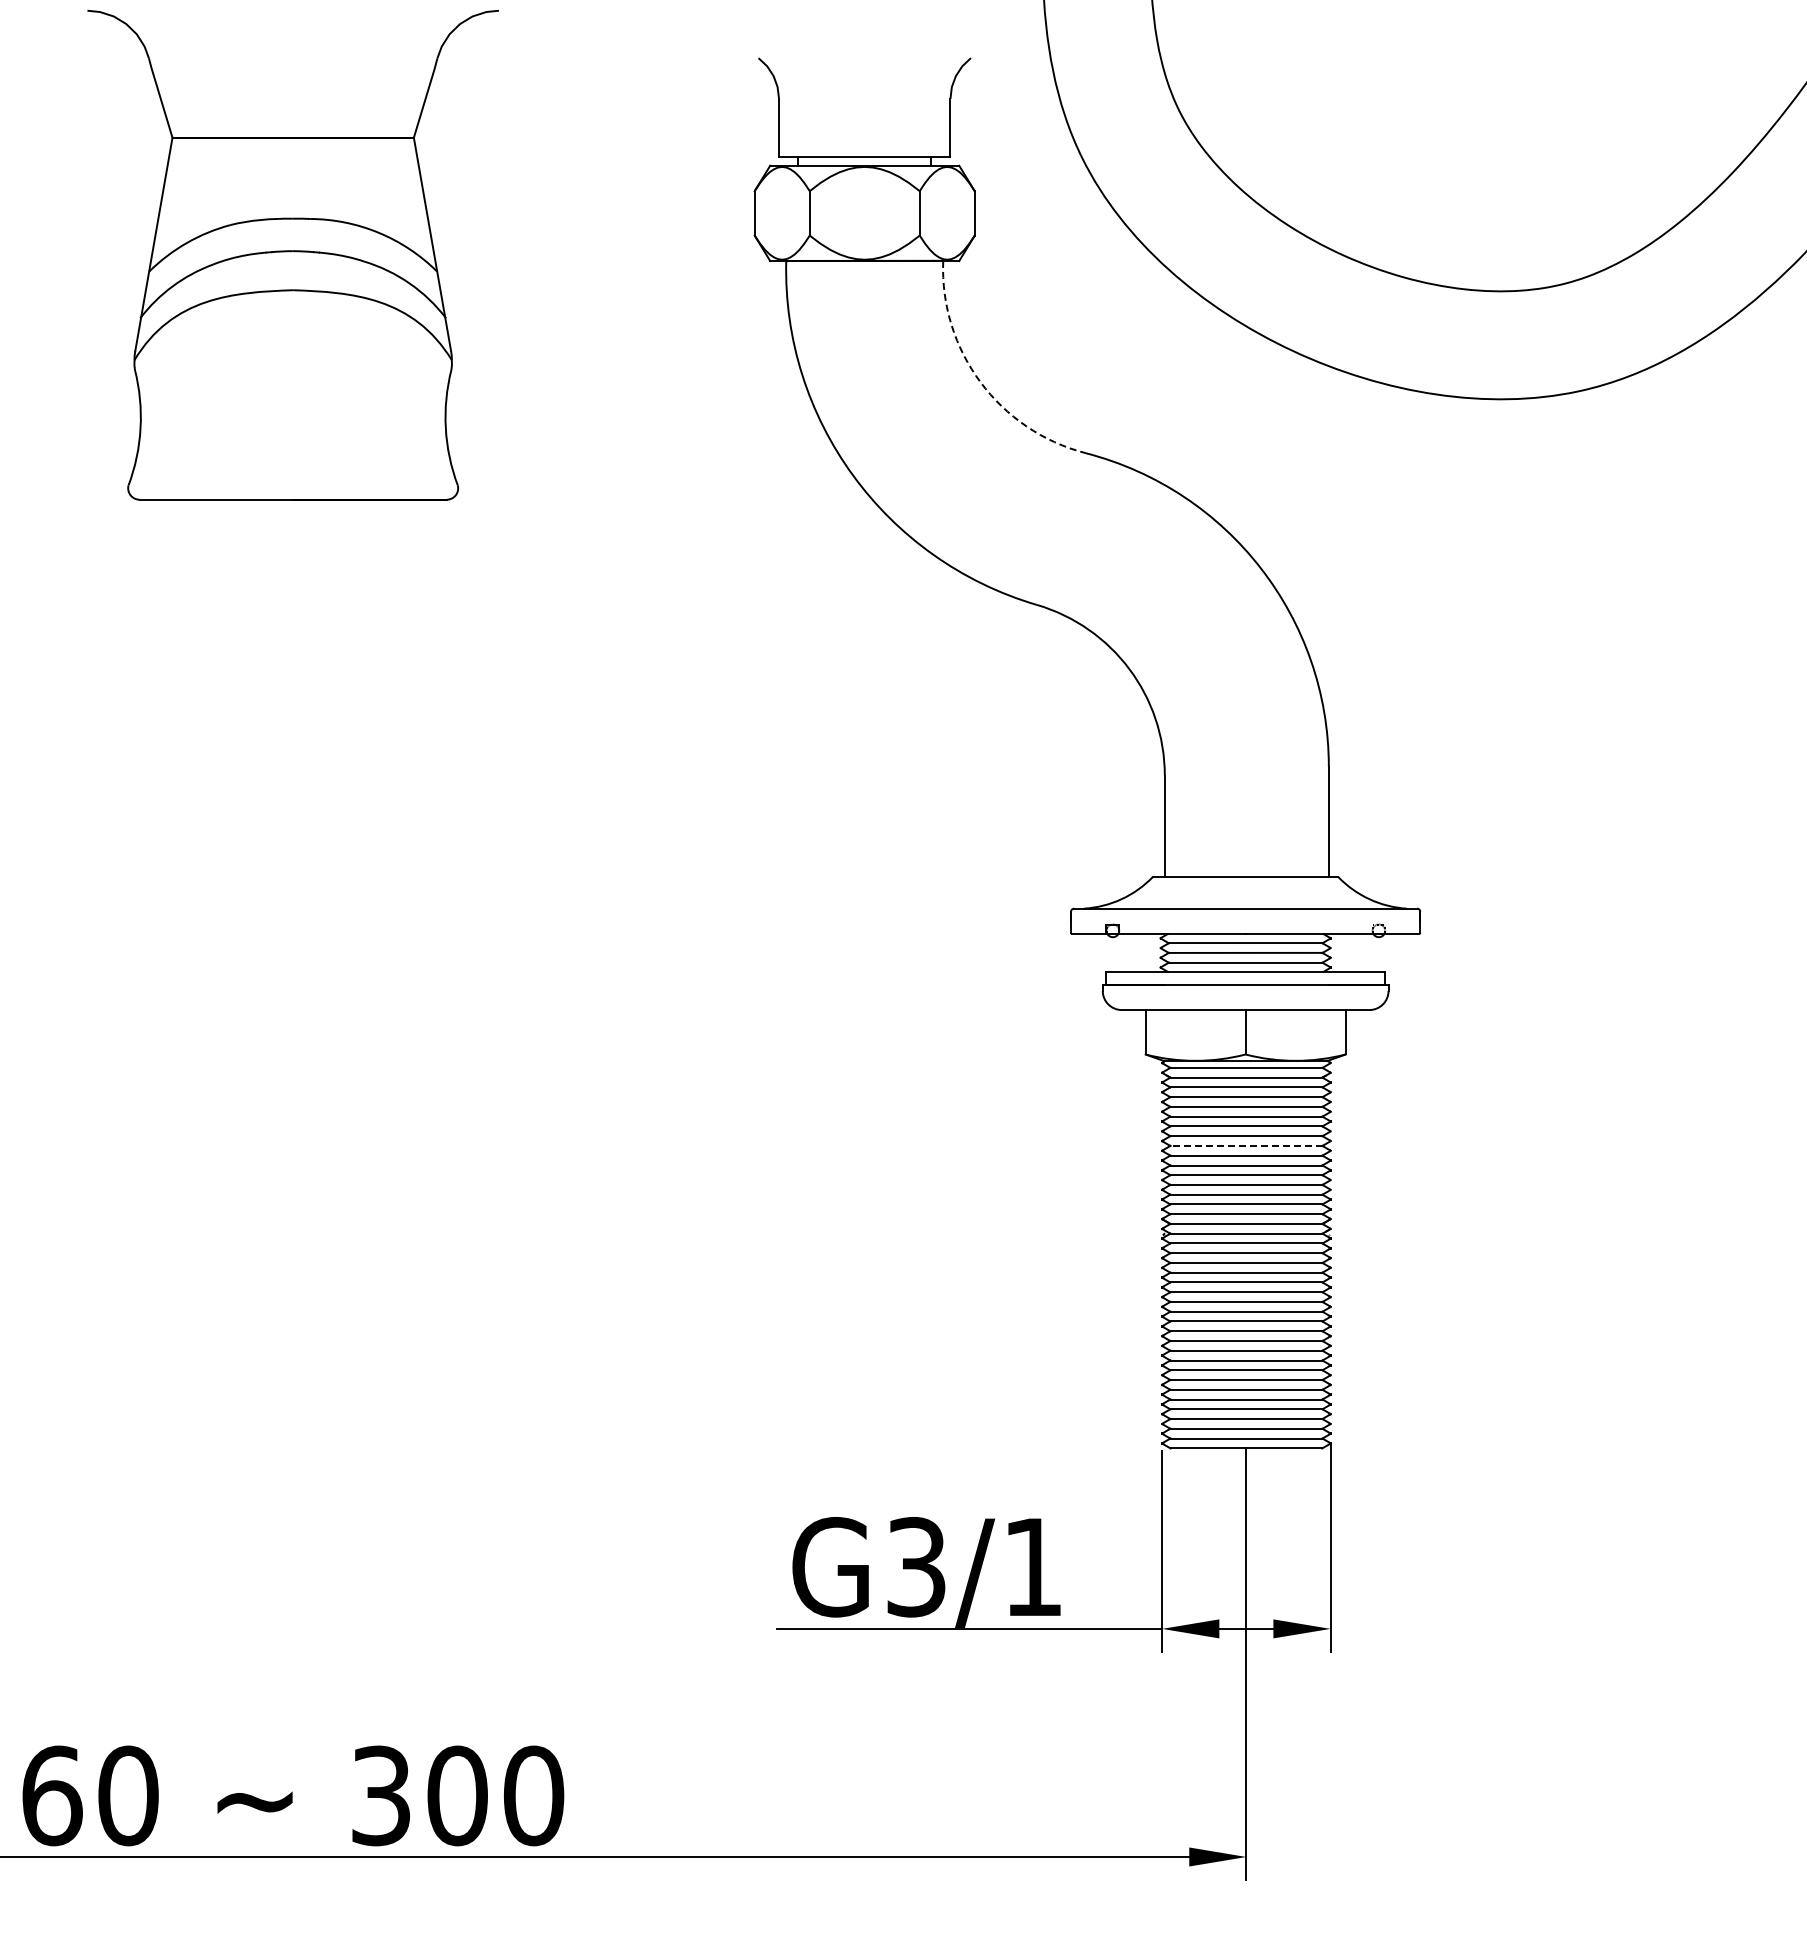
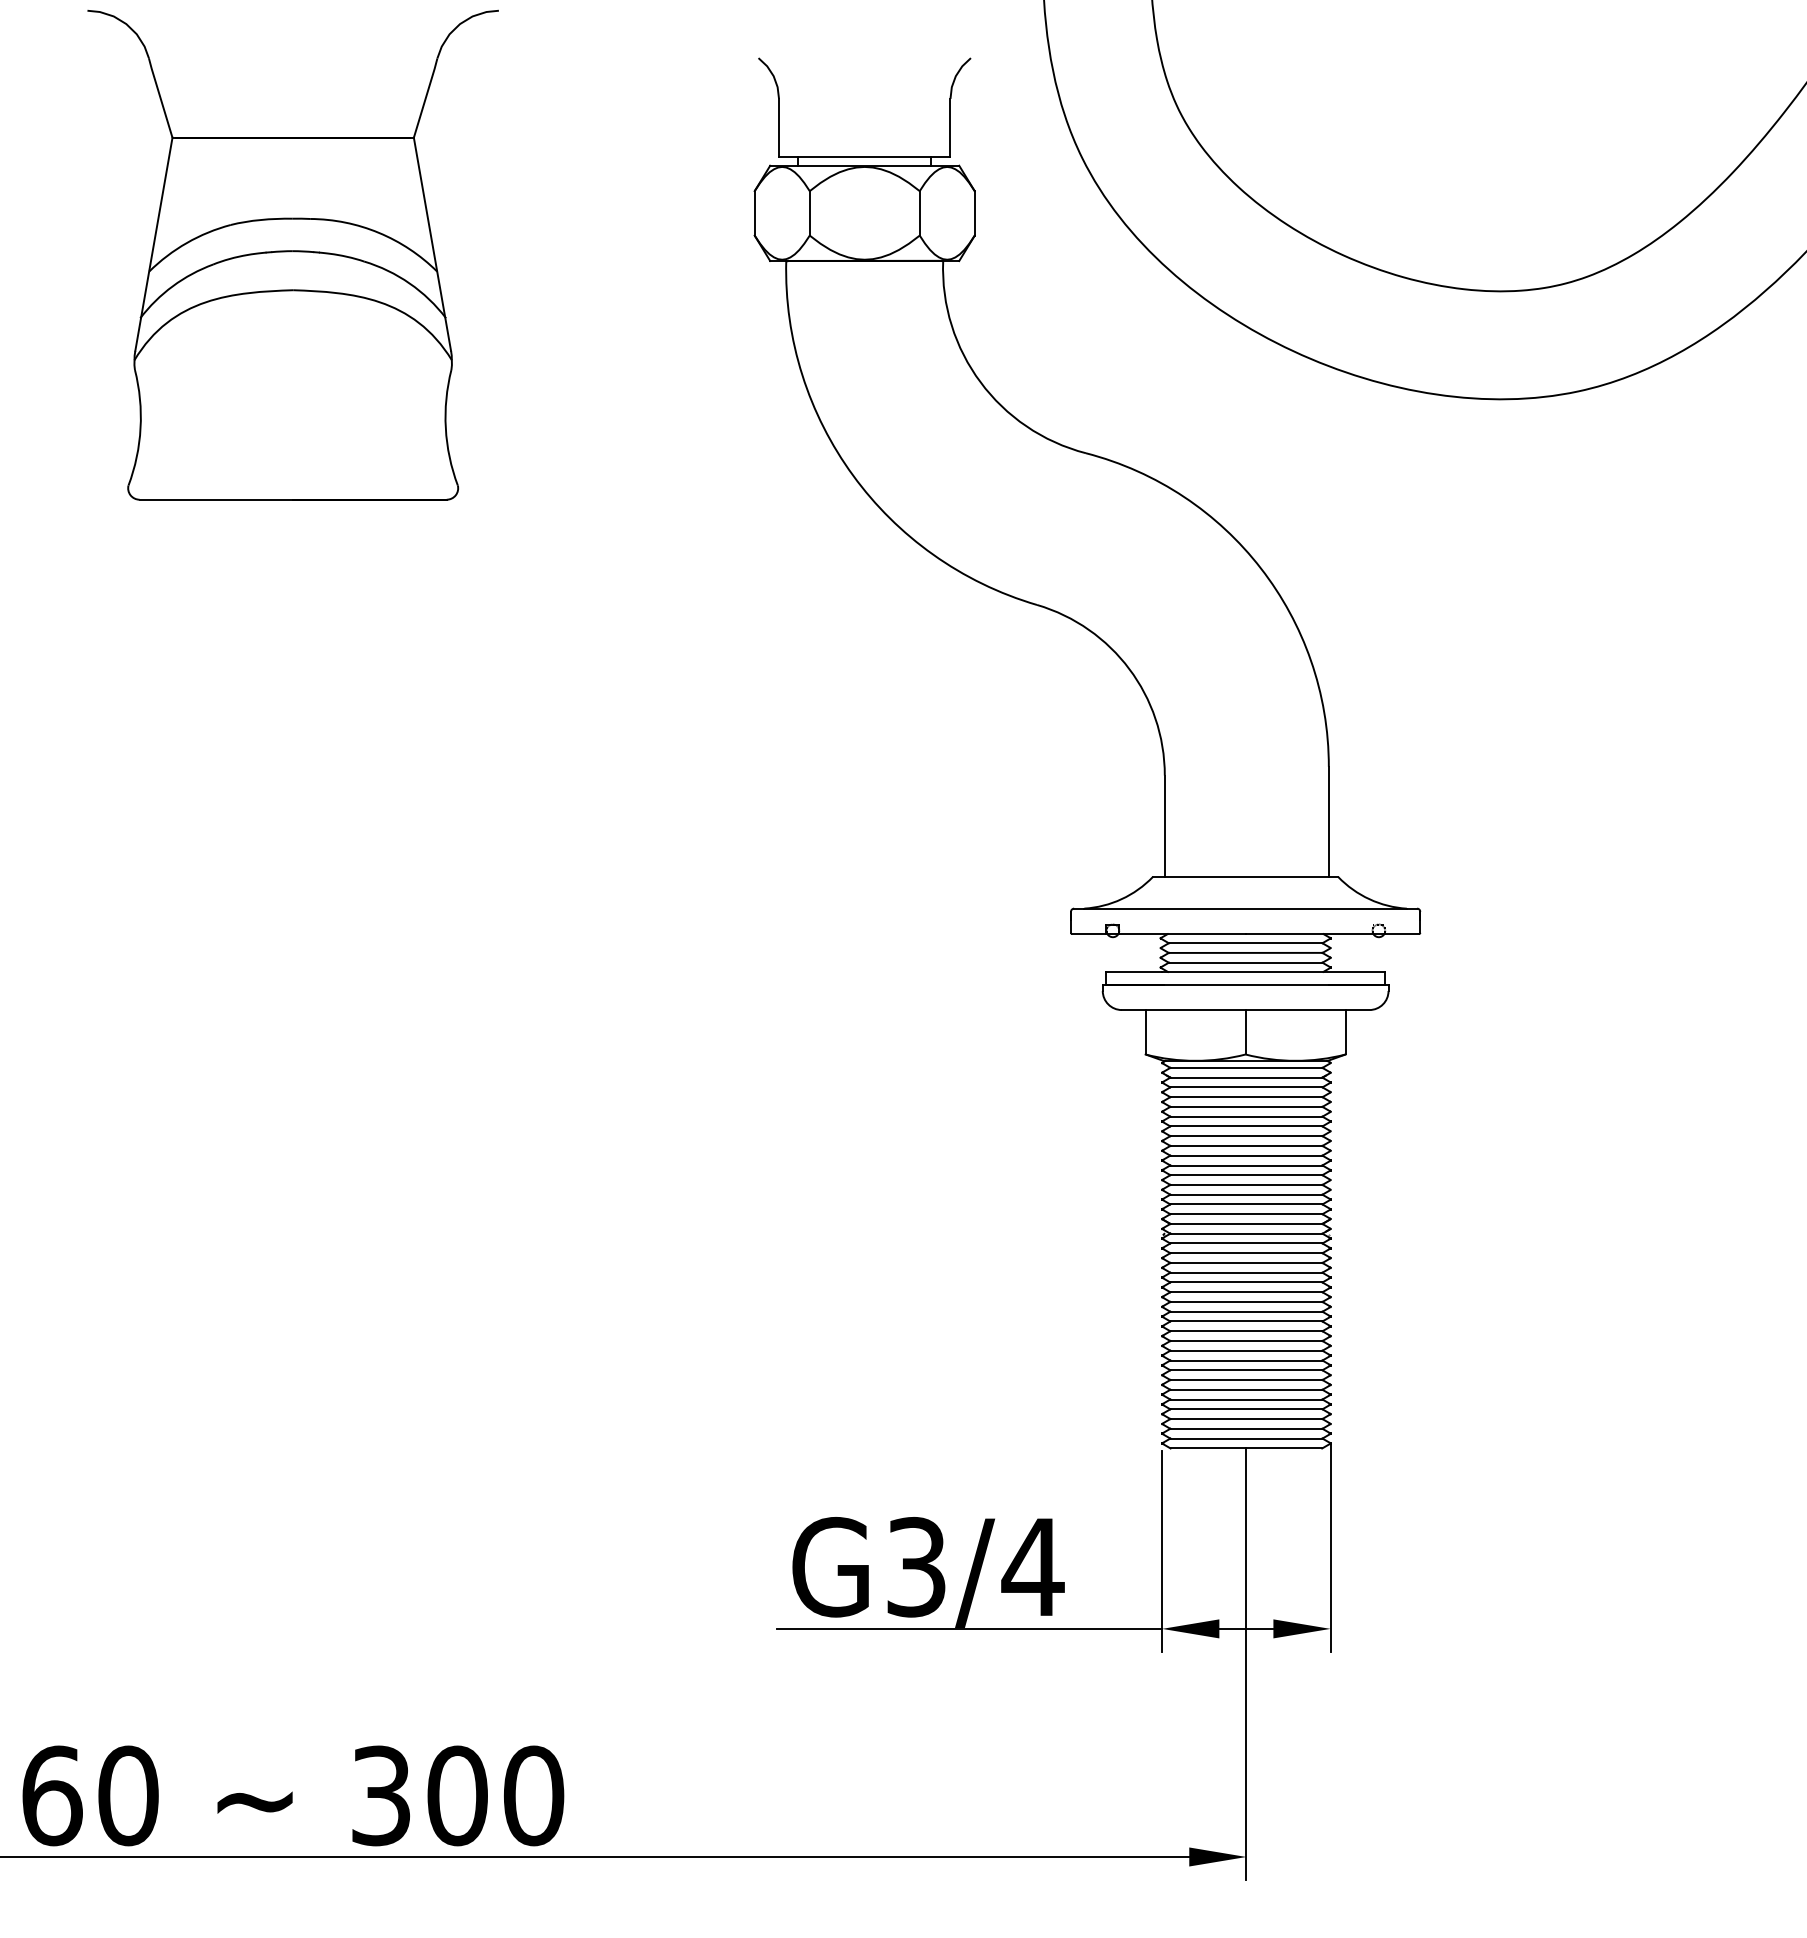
arc at (980, 382): dashed -> solid
line at (1246, 1145): dashed -> solid
text at (1032, 1566): G3/1 -> G3/4
